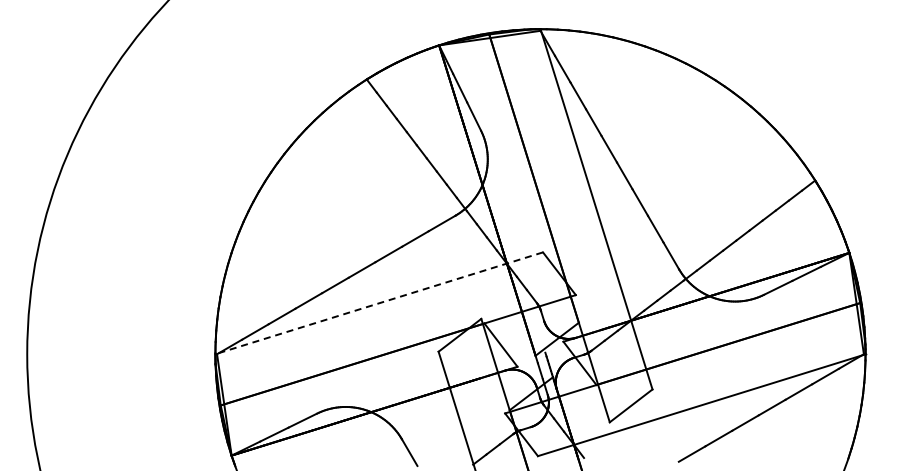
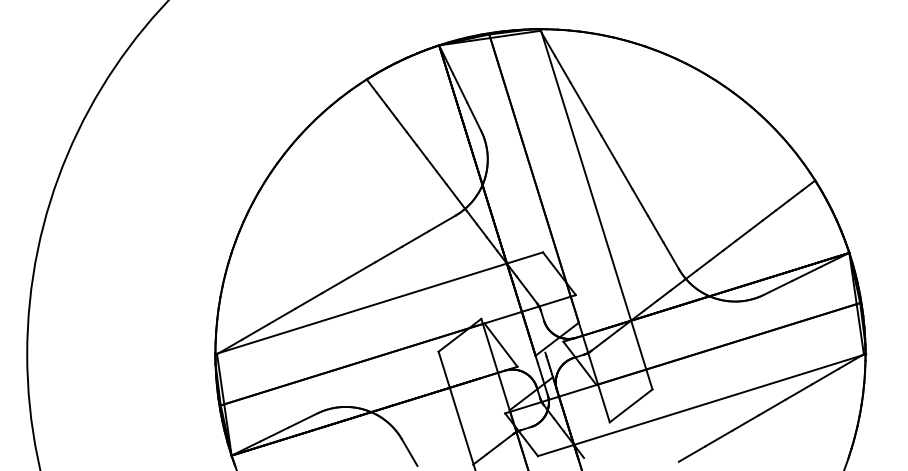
line at (379, 303): dashed -> solid
